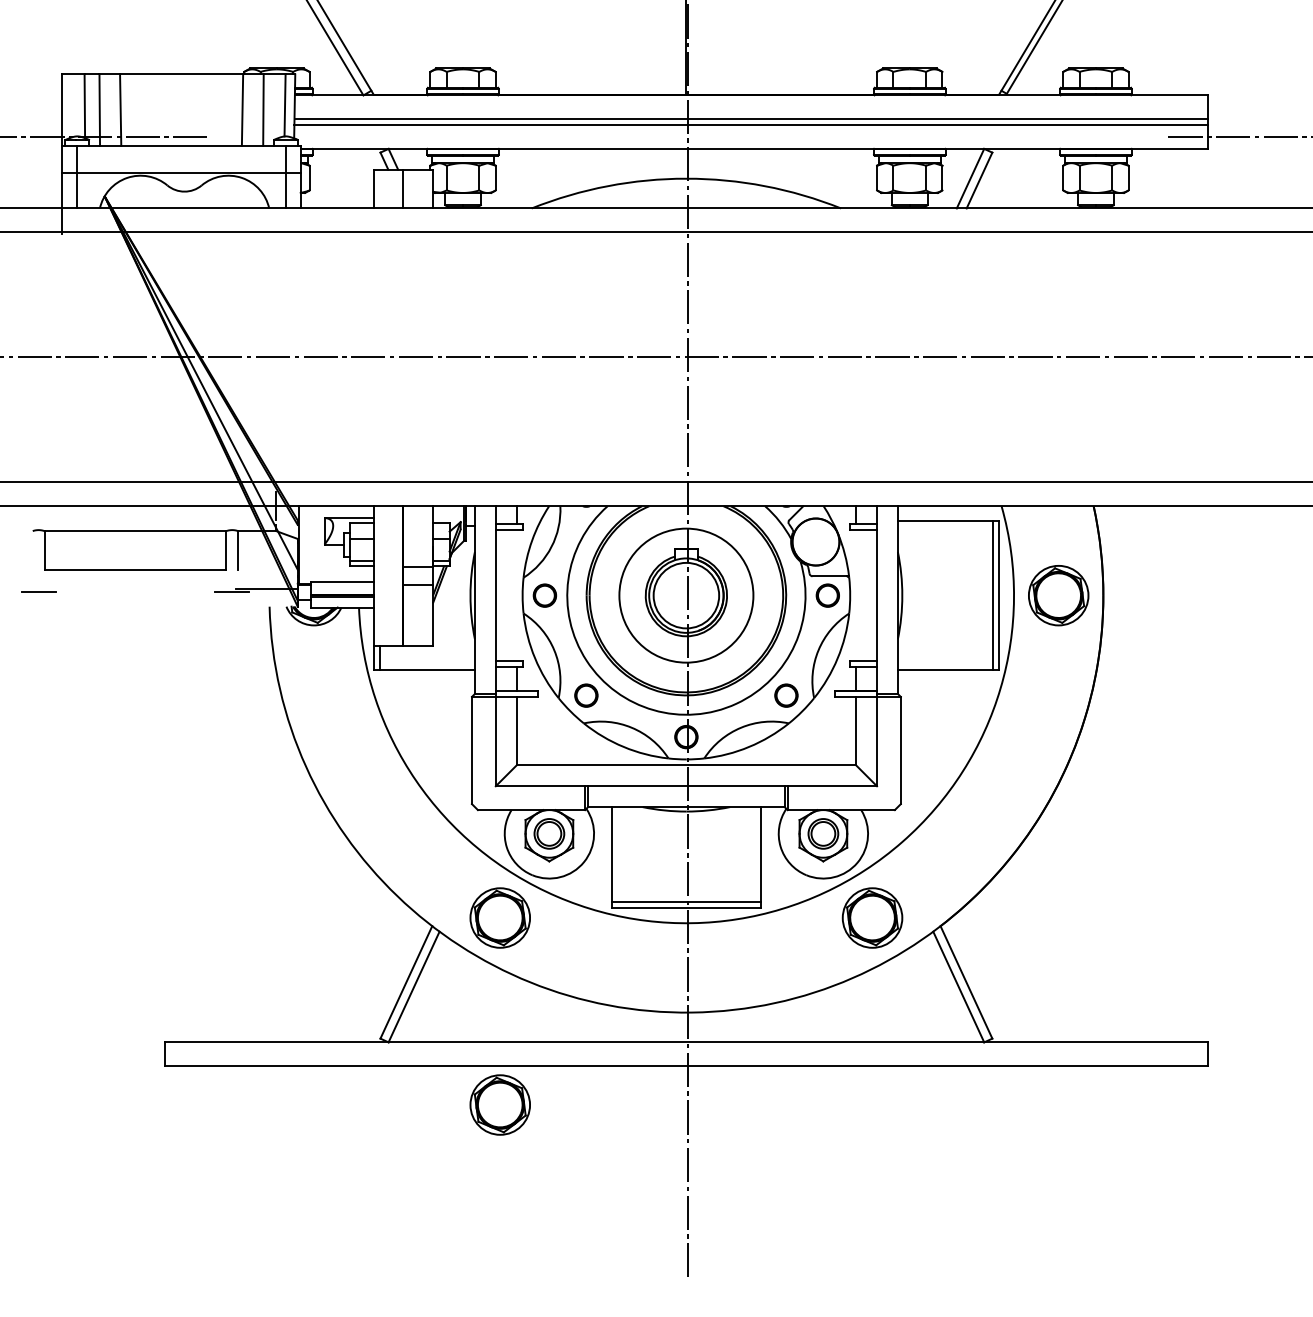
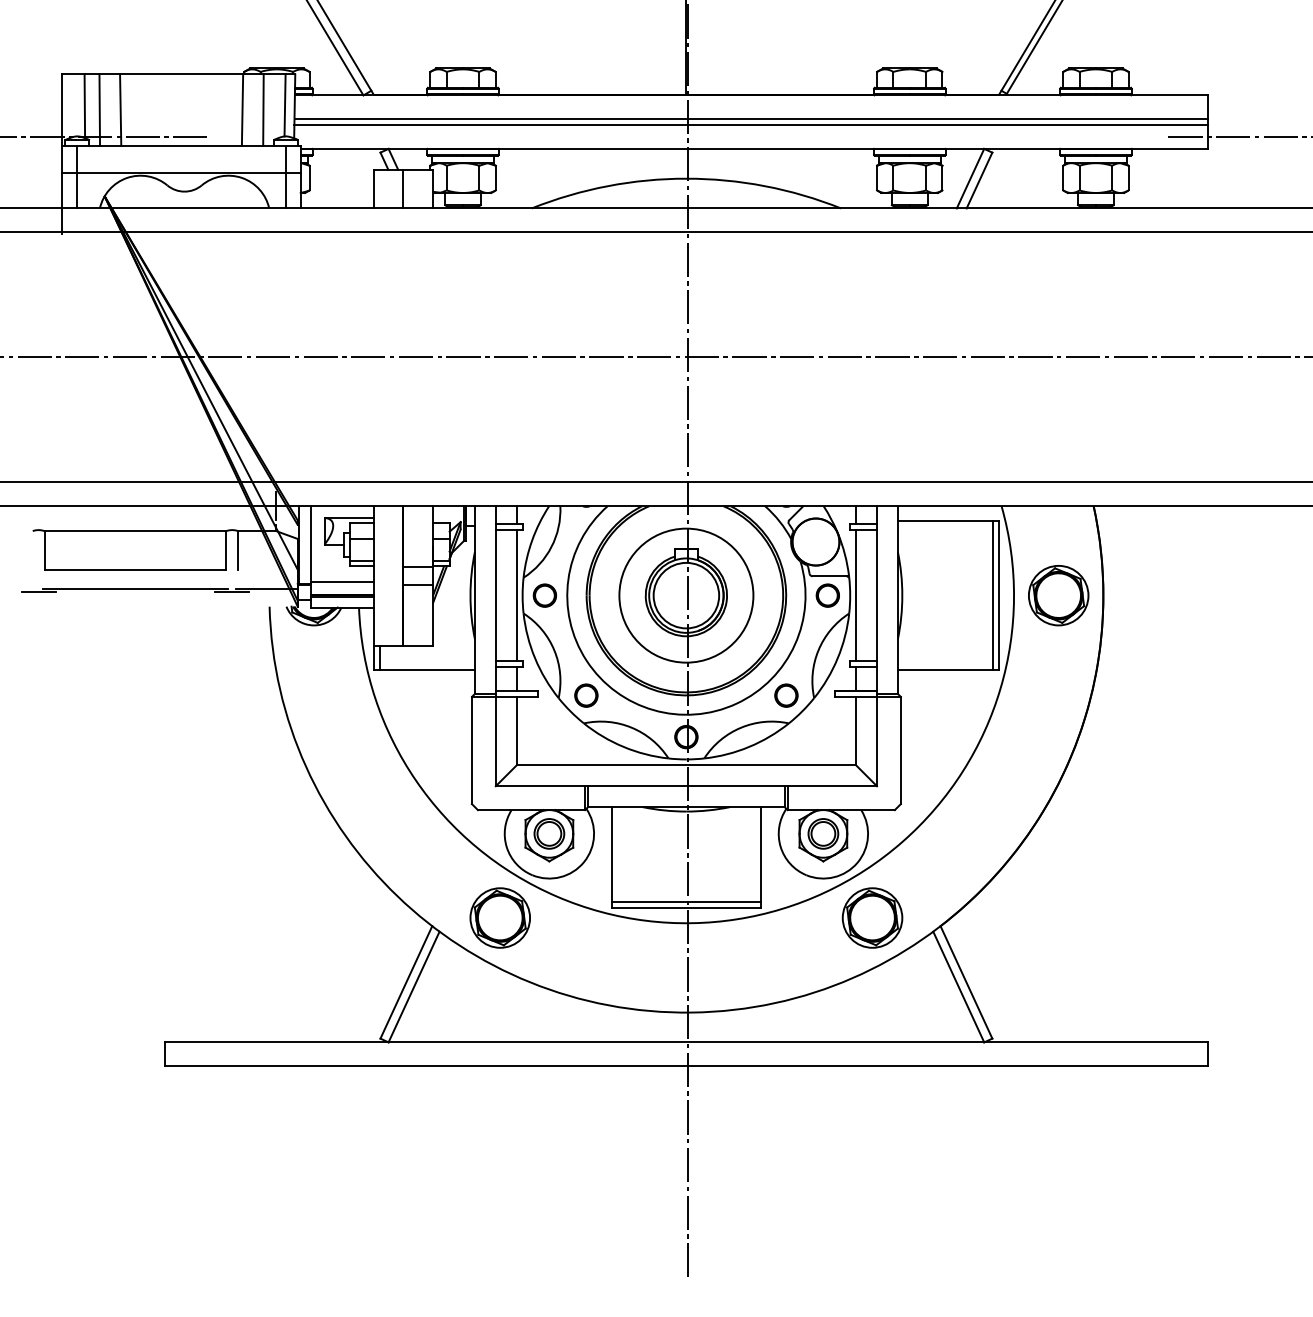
line at (311, 542): none -> present
line at (135, 588): none -> present
line at (517, 595): none -> present
line at (855, 595): none -> present
part at (499, 1104): present -> none
